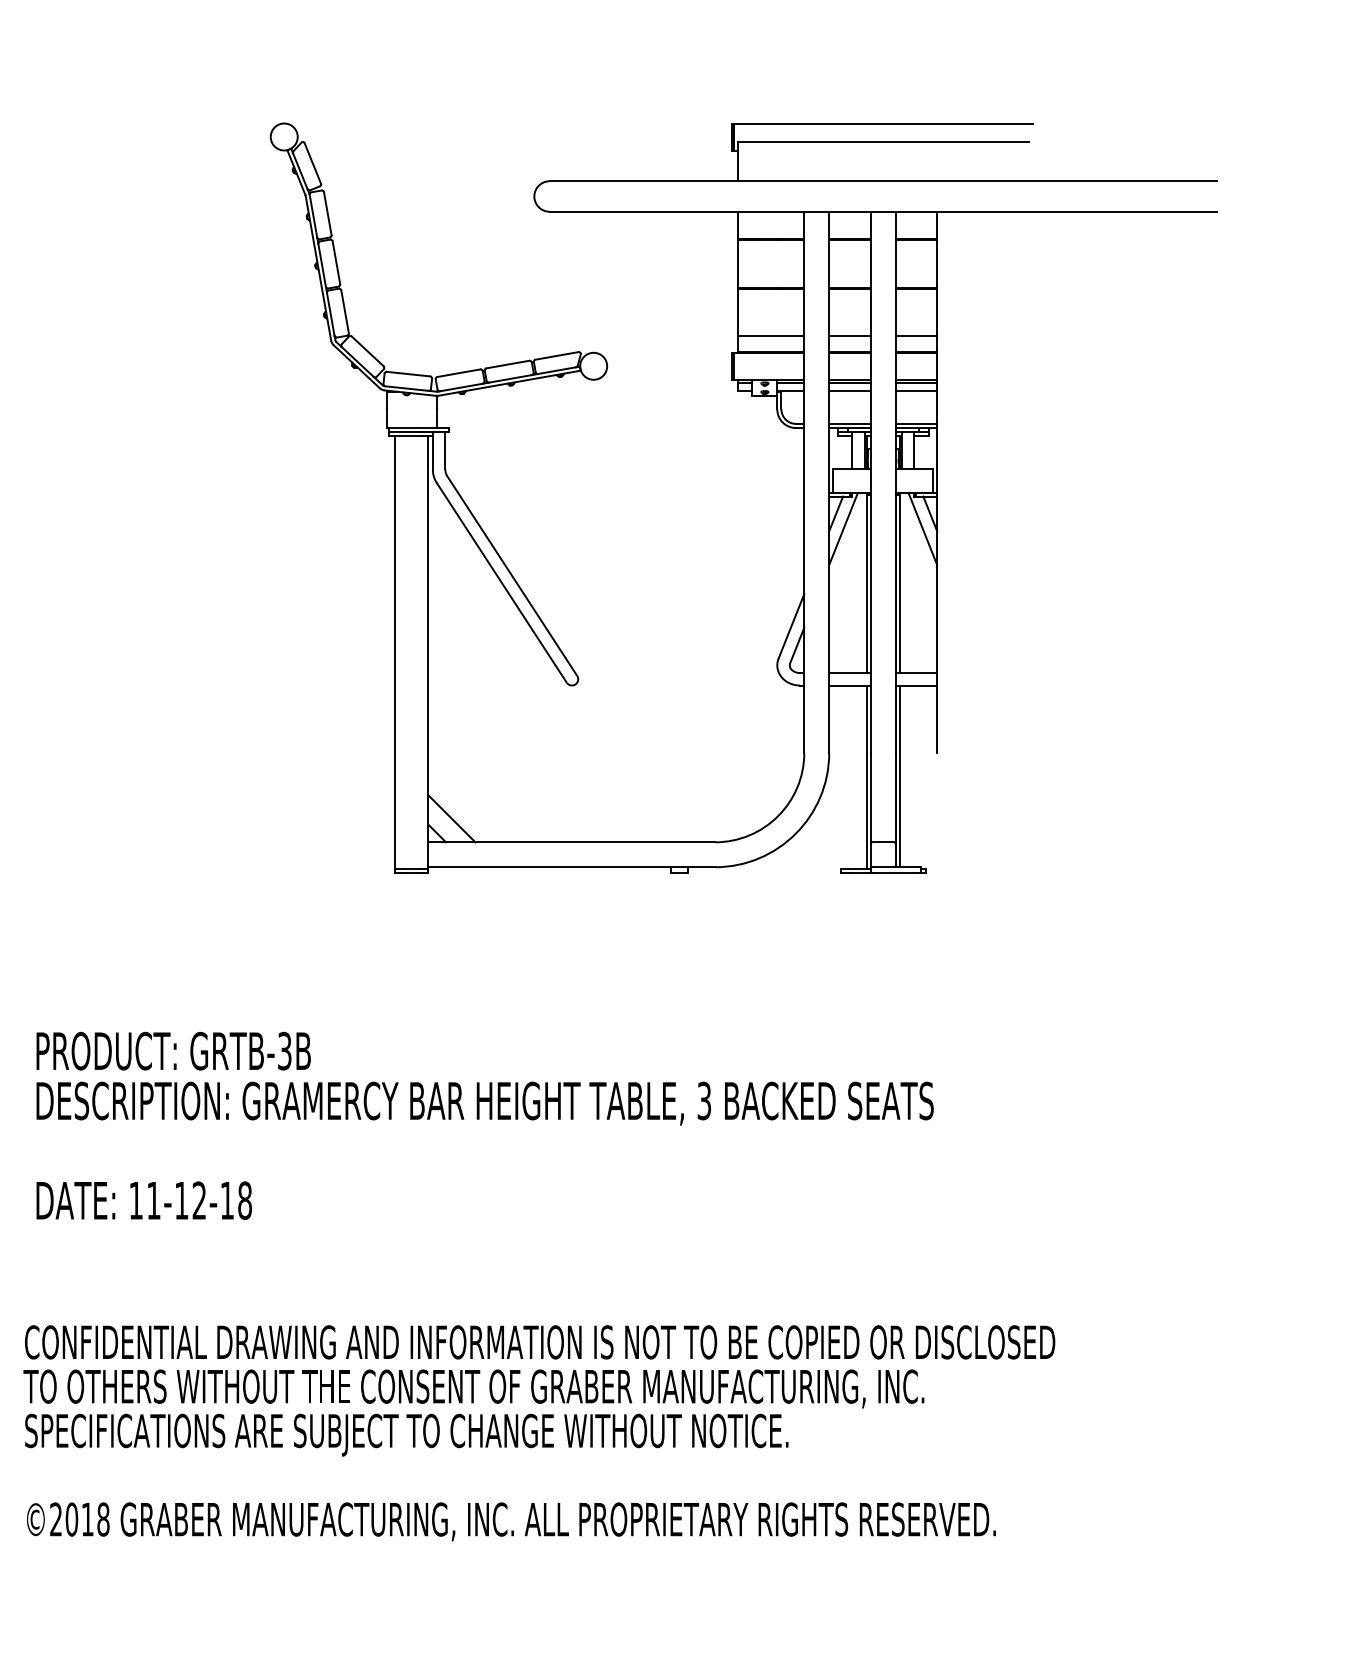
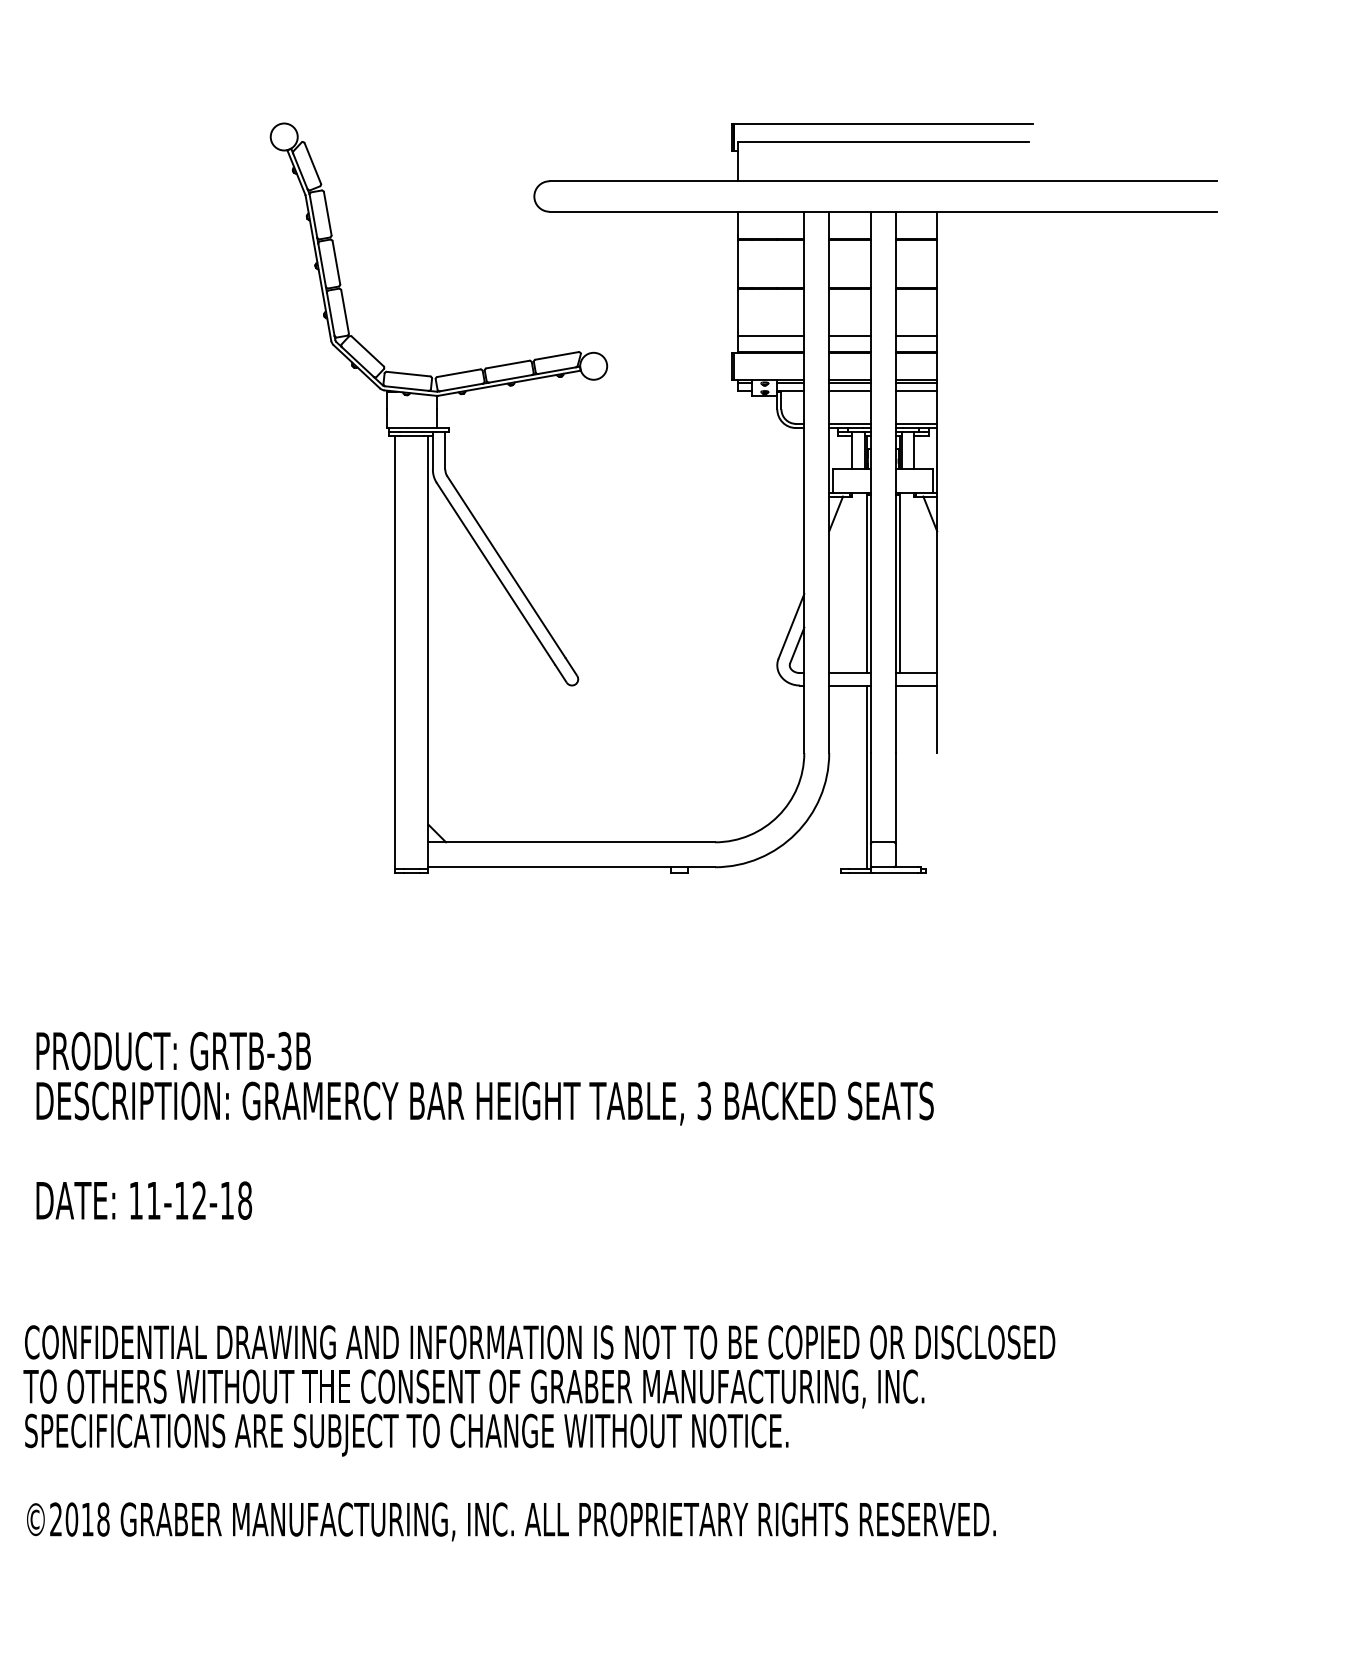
line at (843, 529): present -> none
line at (922, 529): present -> none
line at (899, 776): present -> none
line at (451, 818): present -> none
